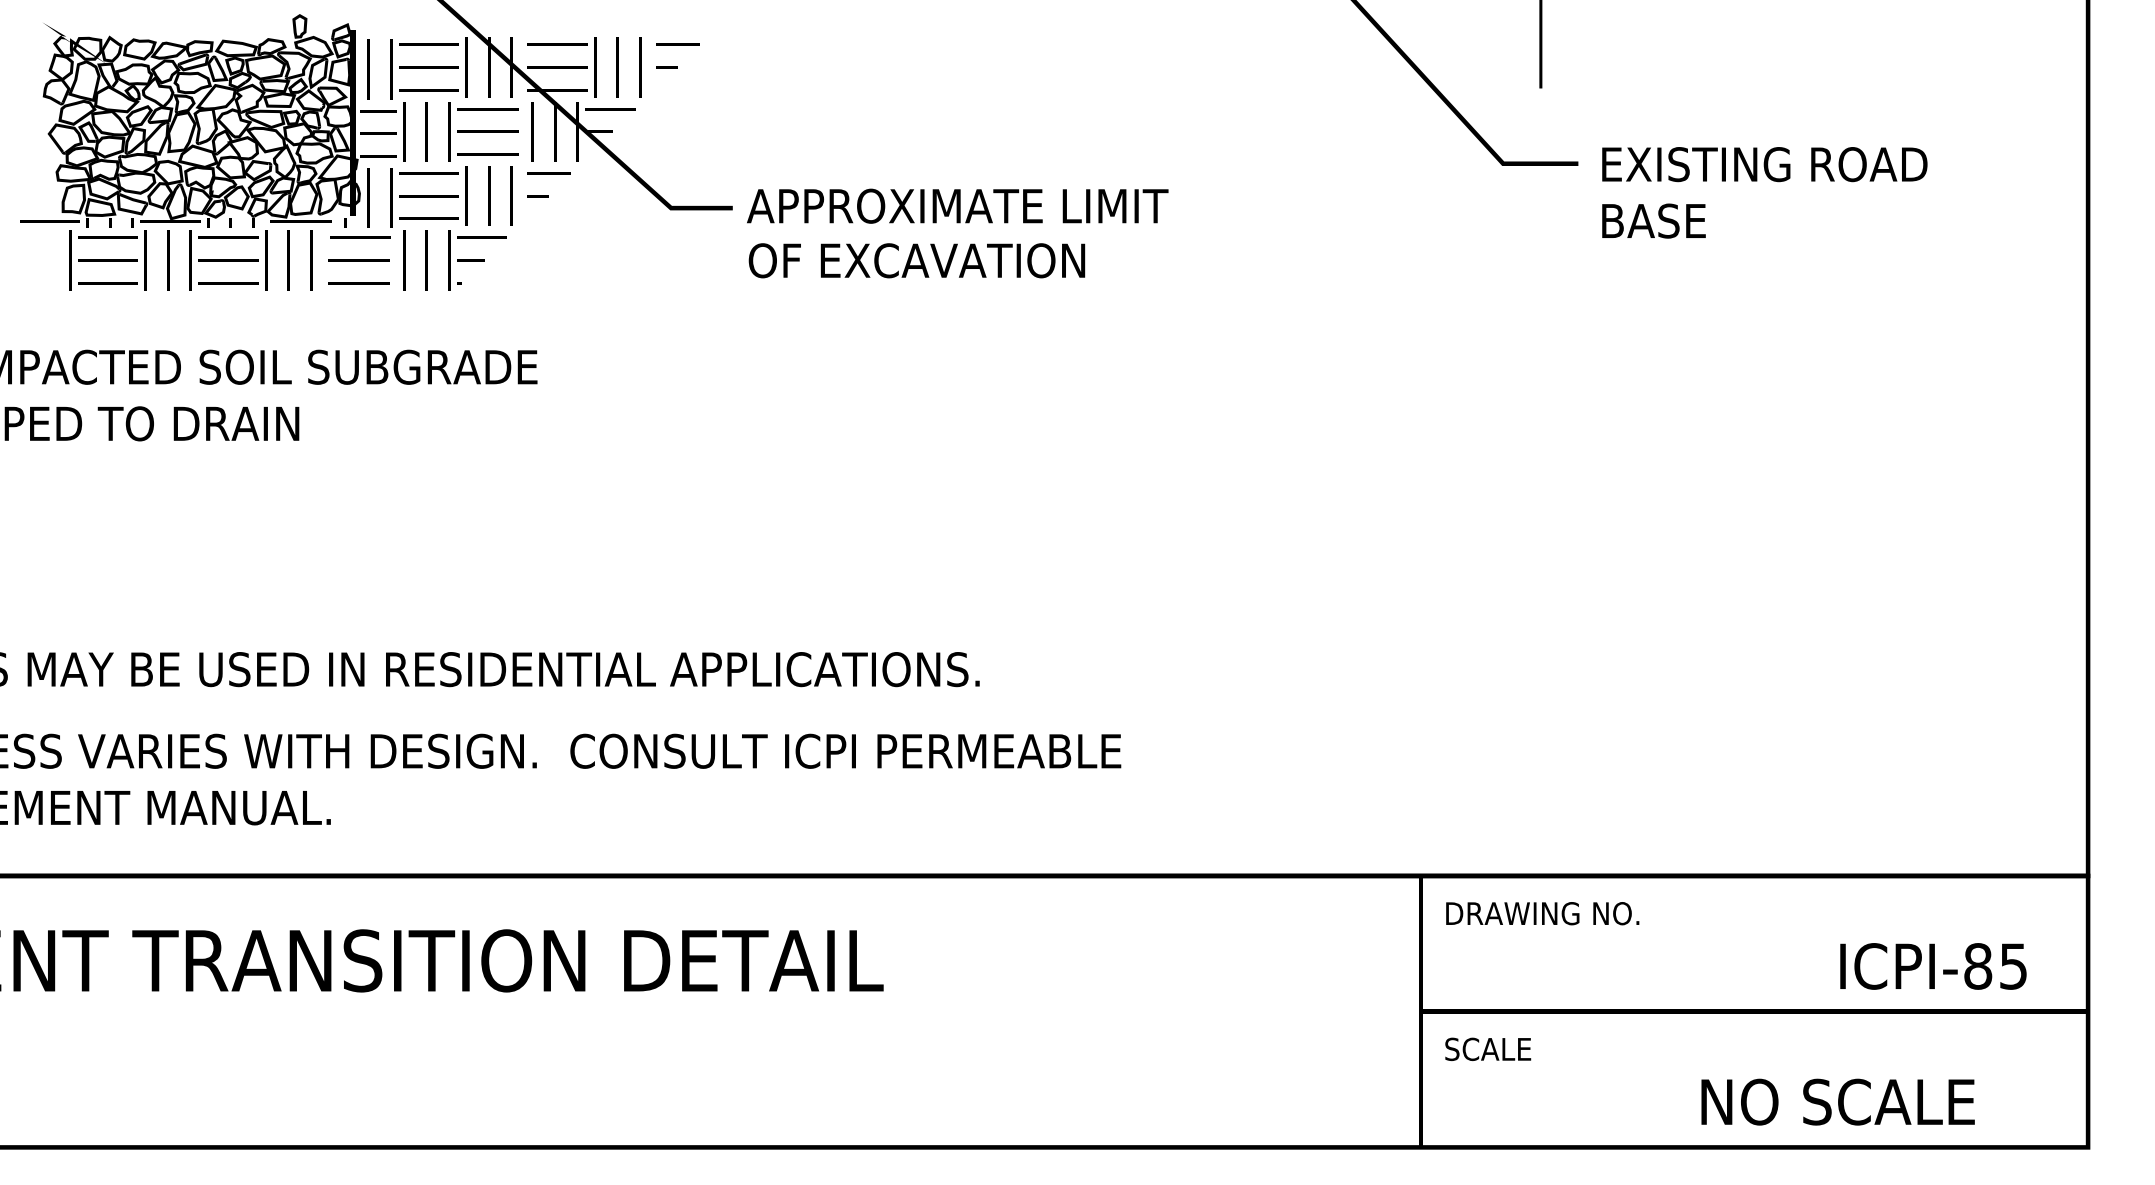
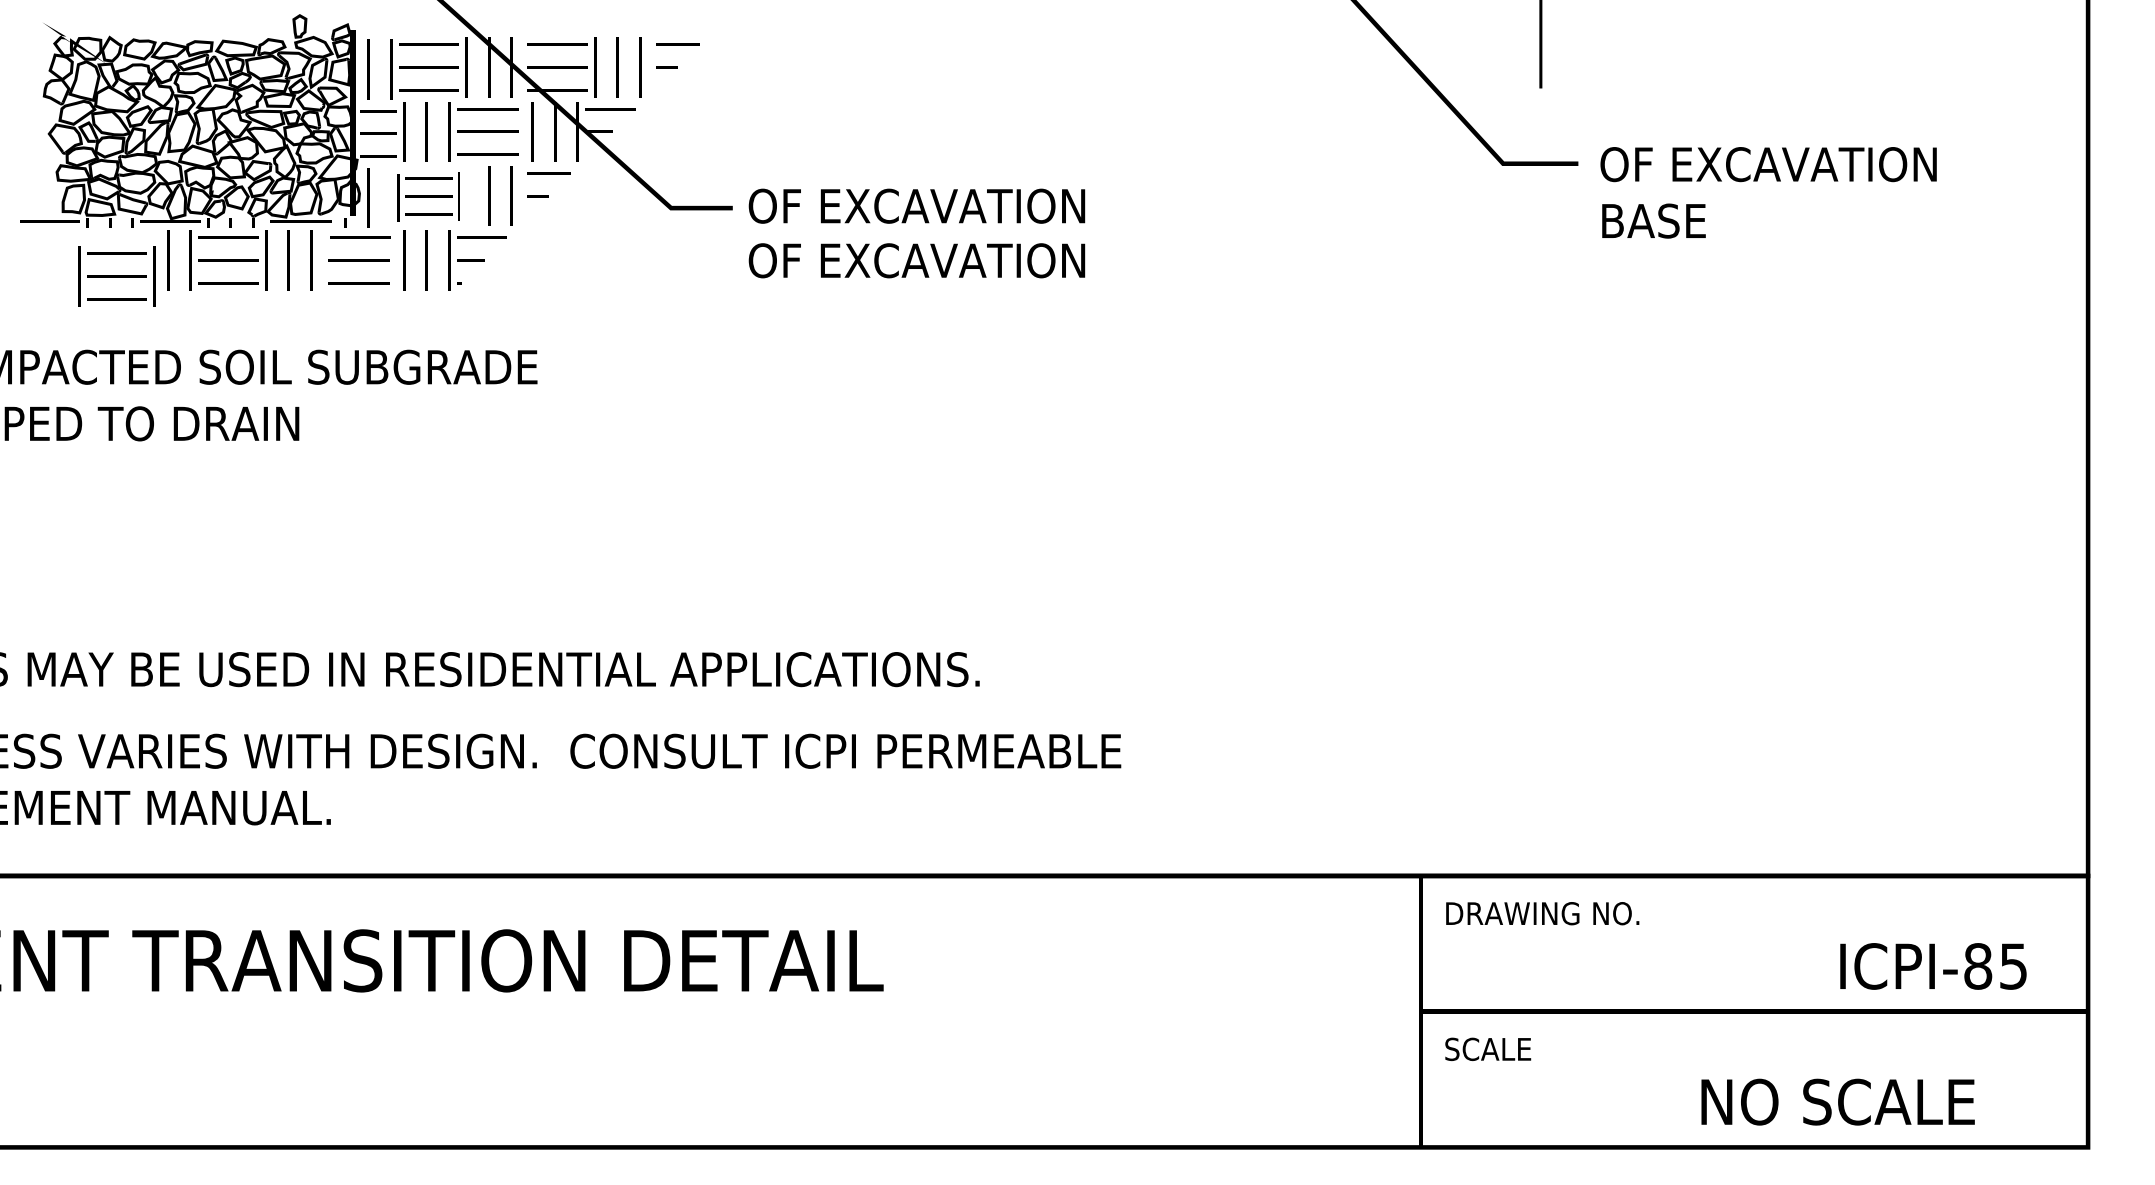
text at (1768, 164): EXISTING ROAD -> OF EXCAVATION
part at (428, 196) size: 78x62 px -> 63x50 px
text at (957, 205): APPROXIMATE LIMIT -> OF EXCAVATION
part at (107, 260) position: (107, 260) -> (116, 276)
